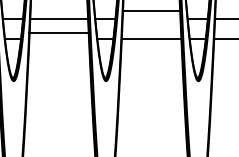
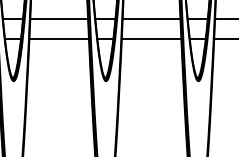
line at (151, 11) position: (151, 11) -> (151, 19)
line at (58, 33) position: (58, 33) -> (58, 39)
